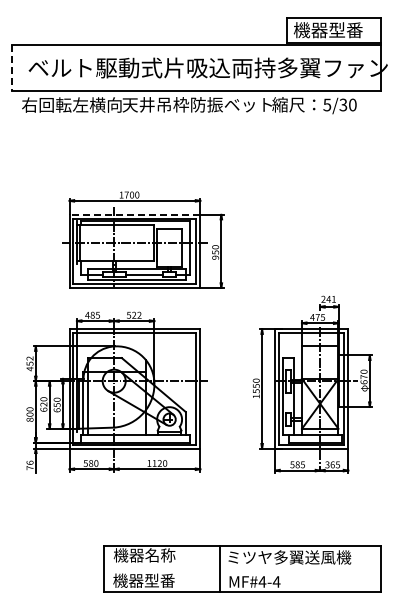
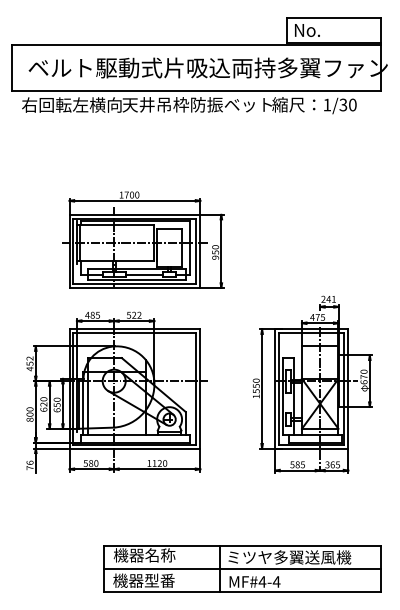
text at (327, 30): 機器型番 -> No.
line at (12, 68): dashed -> solid
text at (327, 104): 5/30 -> 1/30
line at (134, 214): dashed -> solid
line at (242, 568): none -> present
